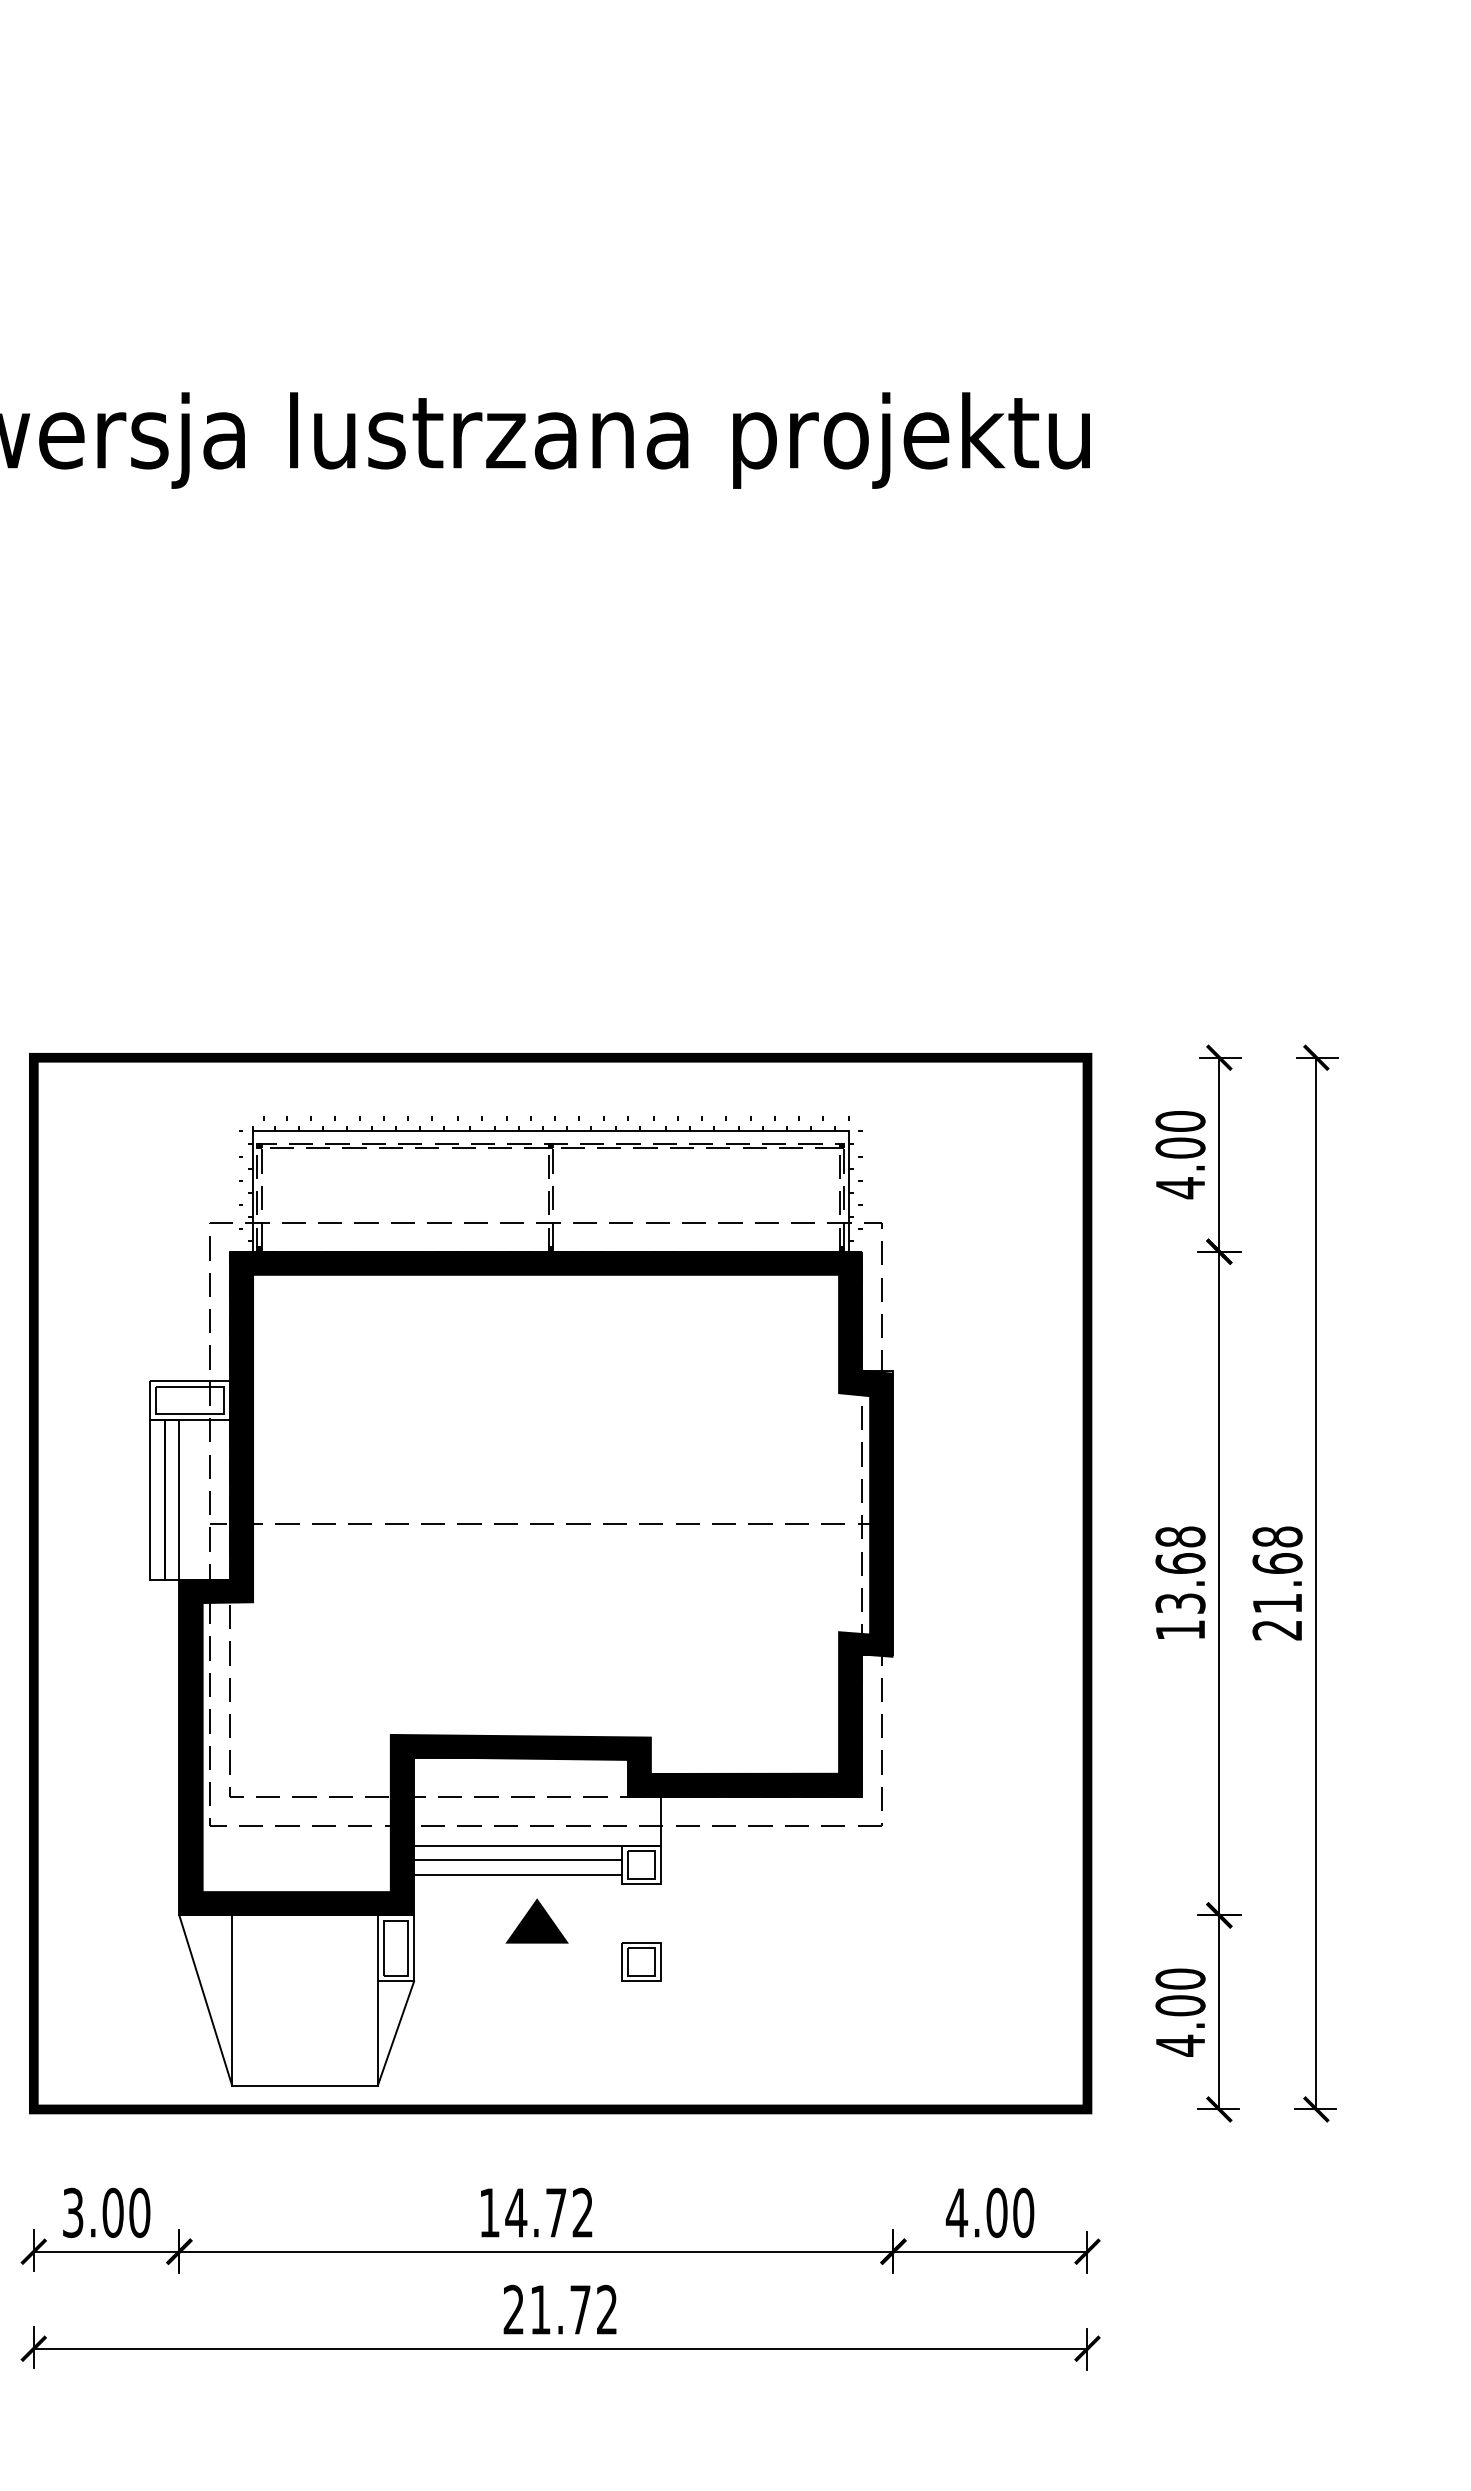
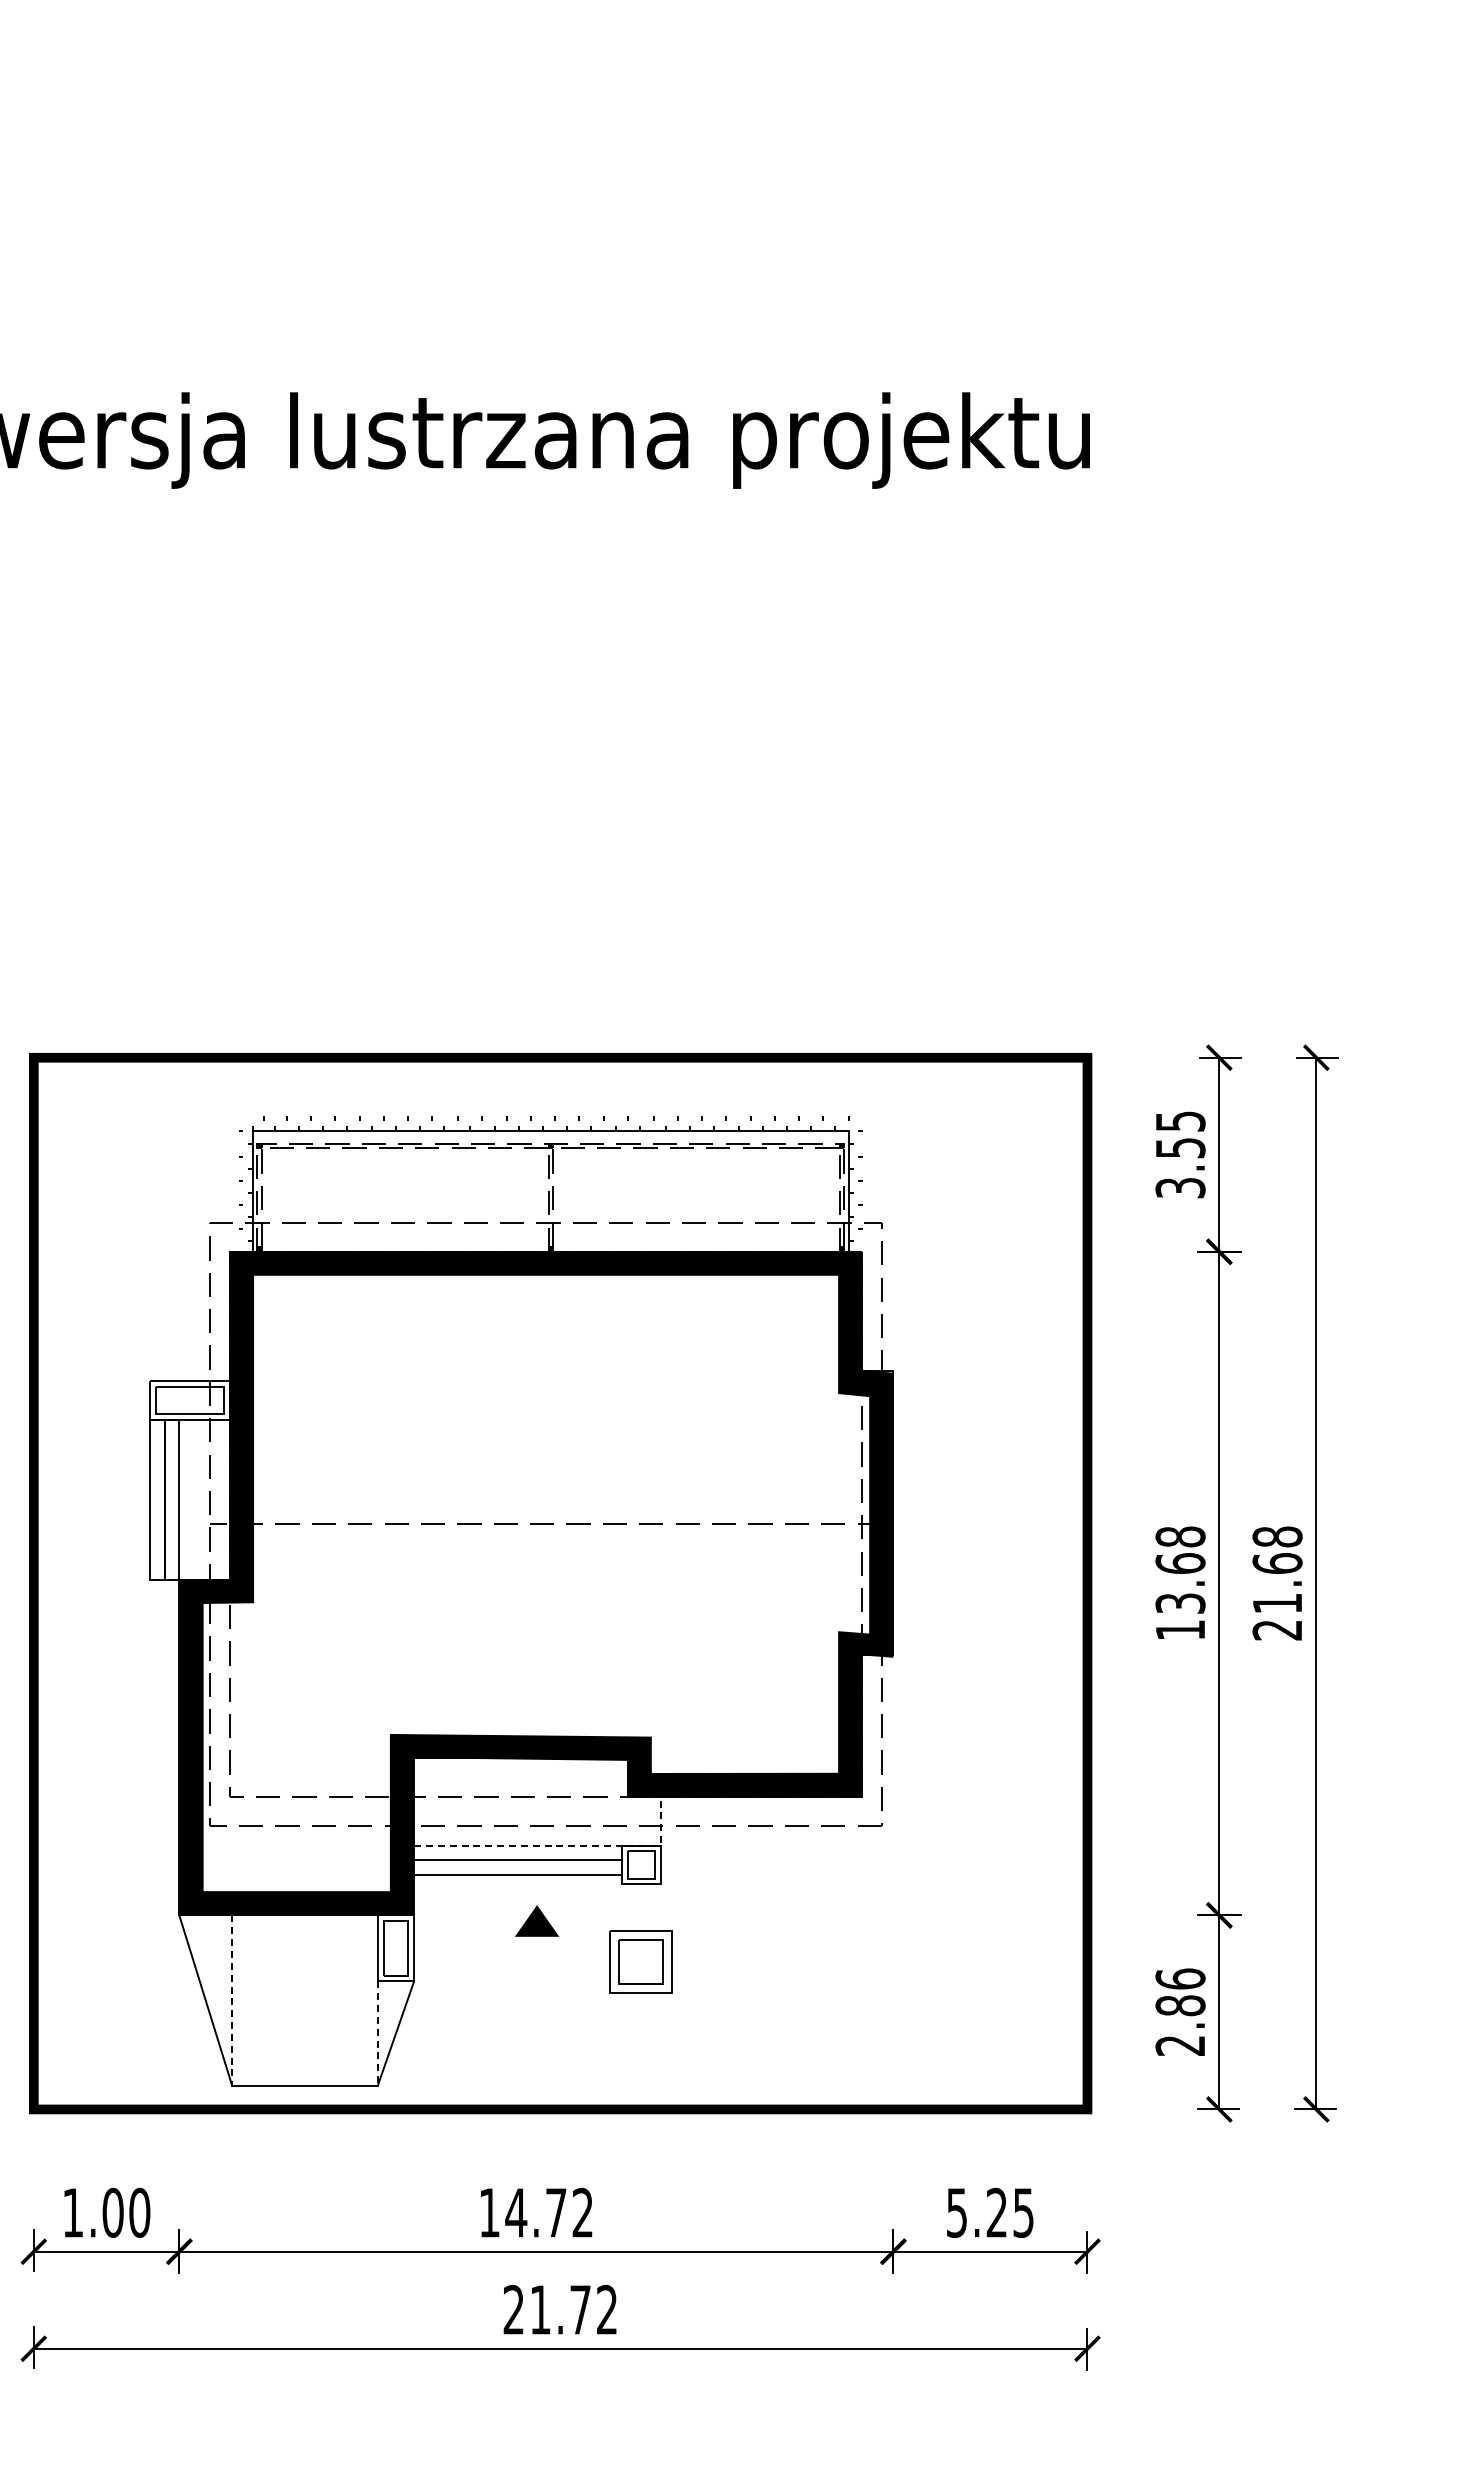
text at (1180, 1155): 4.00 -> 3.55
line at (562, 1845): solid -> dashed
part at (536, 1920) size: 64x46 px -> 44x32 px
part at (641, 1961) size: 41x40 px -> 64x64 px
line at (232, 2001): solid -> dashed
text at (1180, 2012): 4.00 -> 2.86
line at (377, 2034): solid -> dashed
text at (73, 2212): 3.00 -> 1.00
text at (989, 2212): 4.00 -> 5.25
